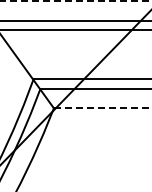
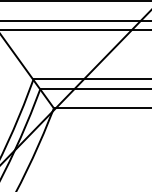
line at (76, 1): dashed -> solid
line at (102, 108): dashed -> solid
